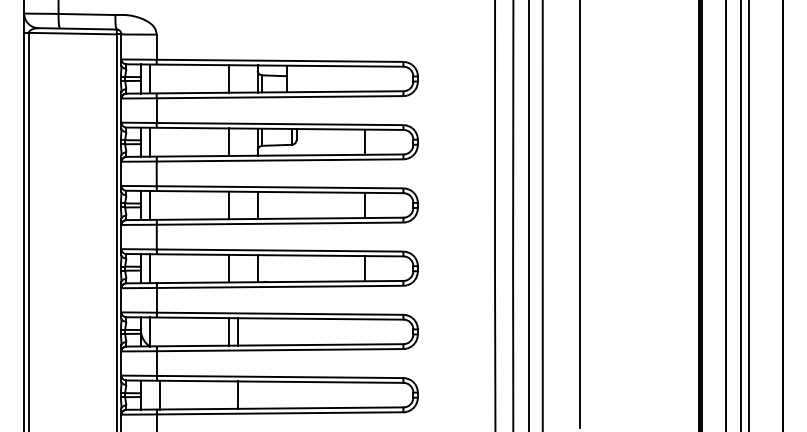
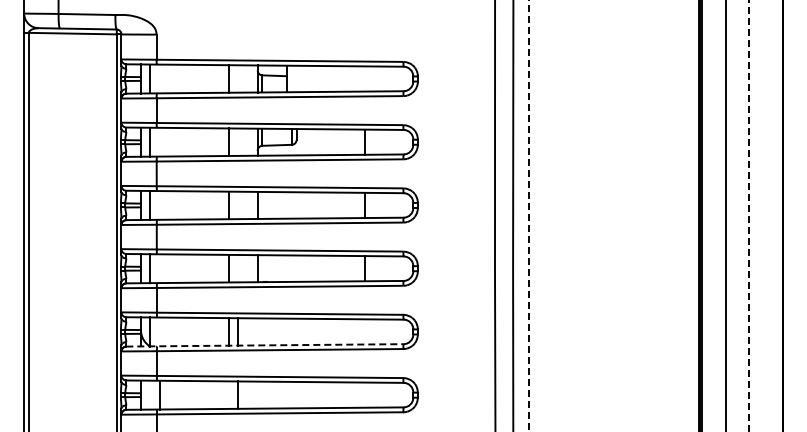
line at (542, 215): present -> none
line at (580, 215): present -> none
line at (740, 215): present -> none
line at (528, 216): solid -> dashed
line at (748, 216): solid -> dashed
line at (264, 345): solid -> dashed
